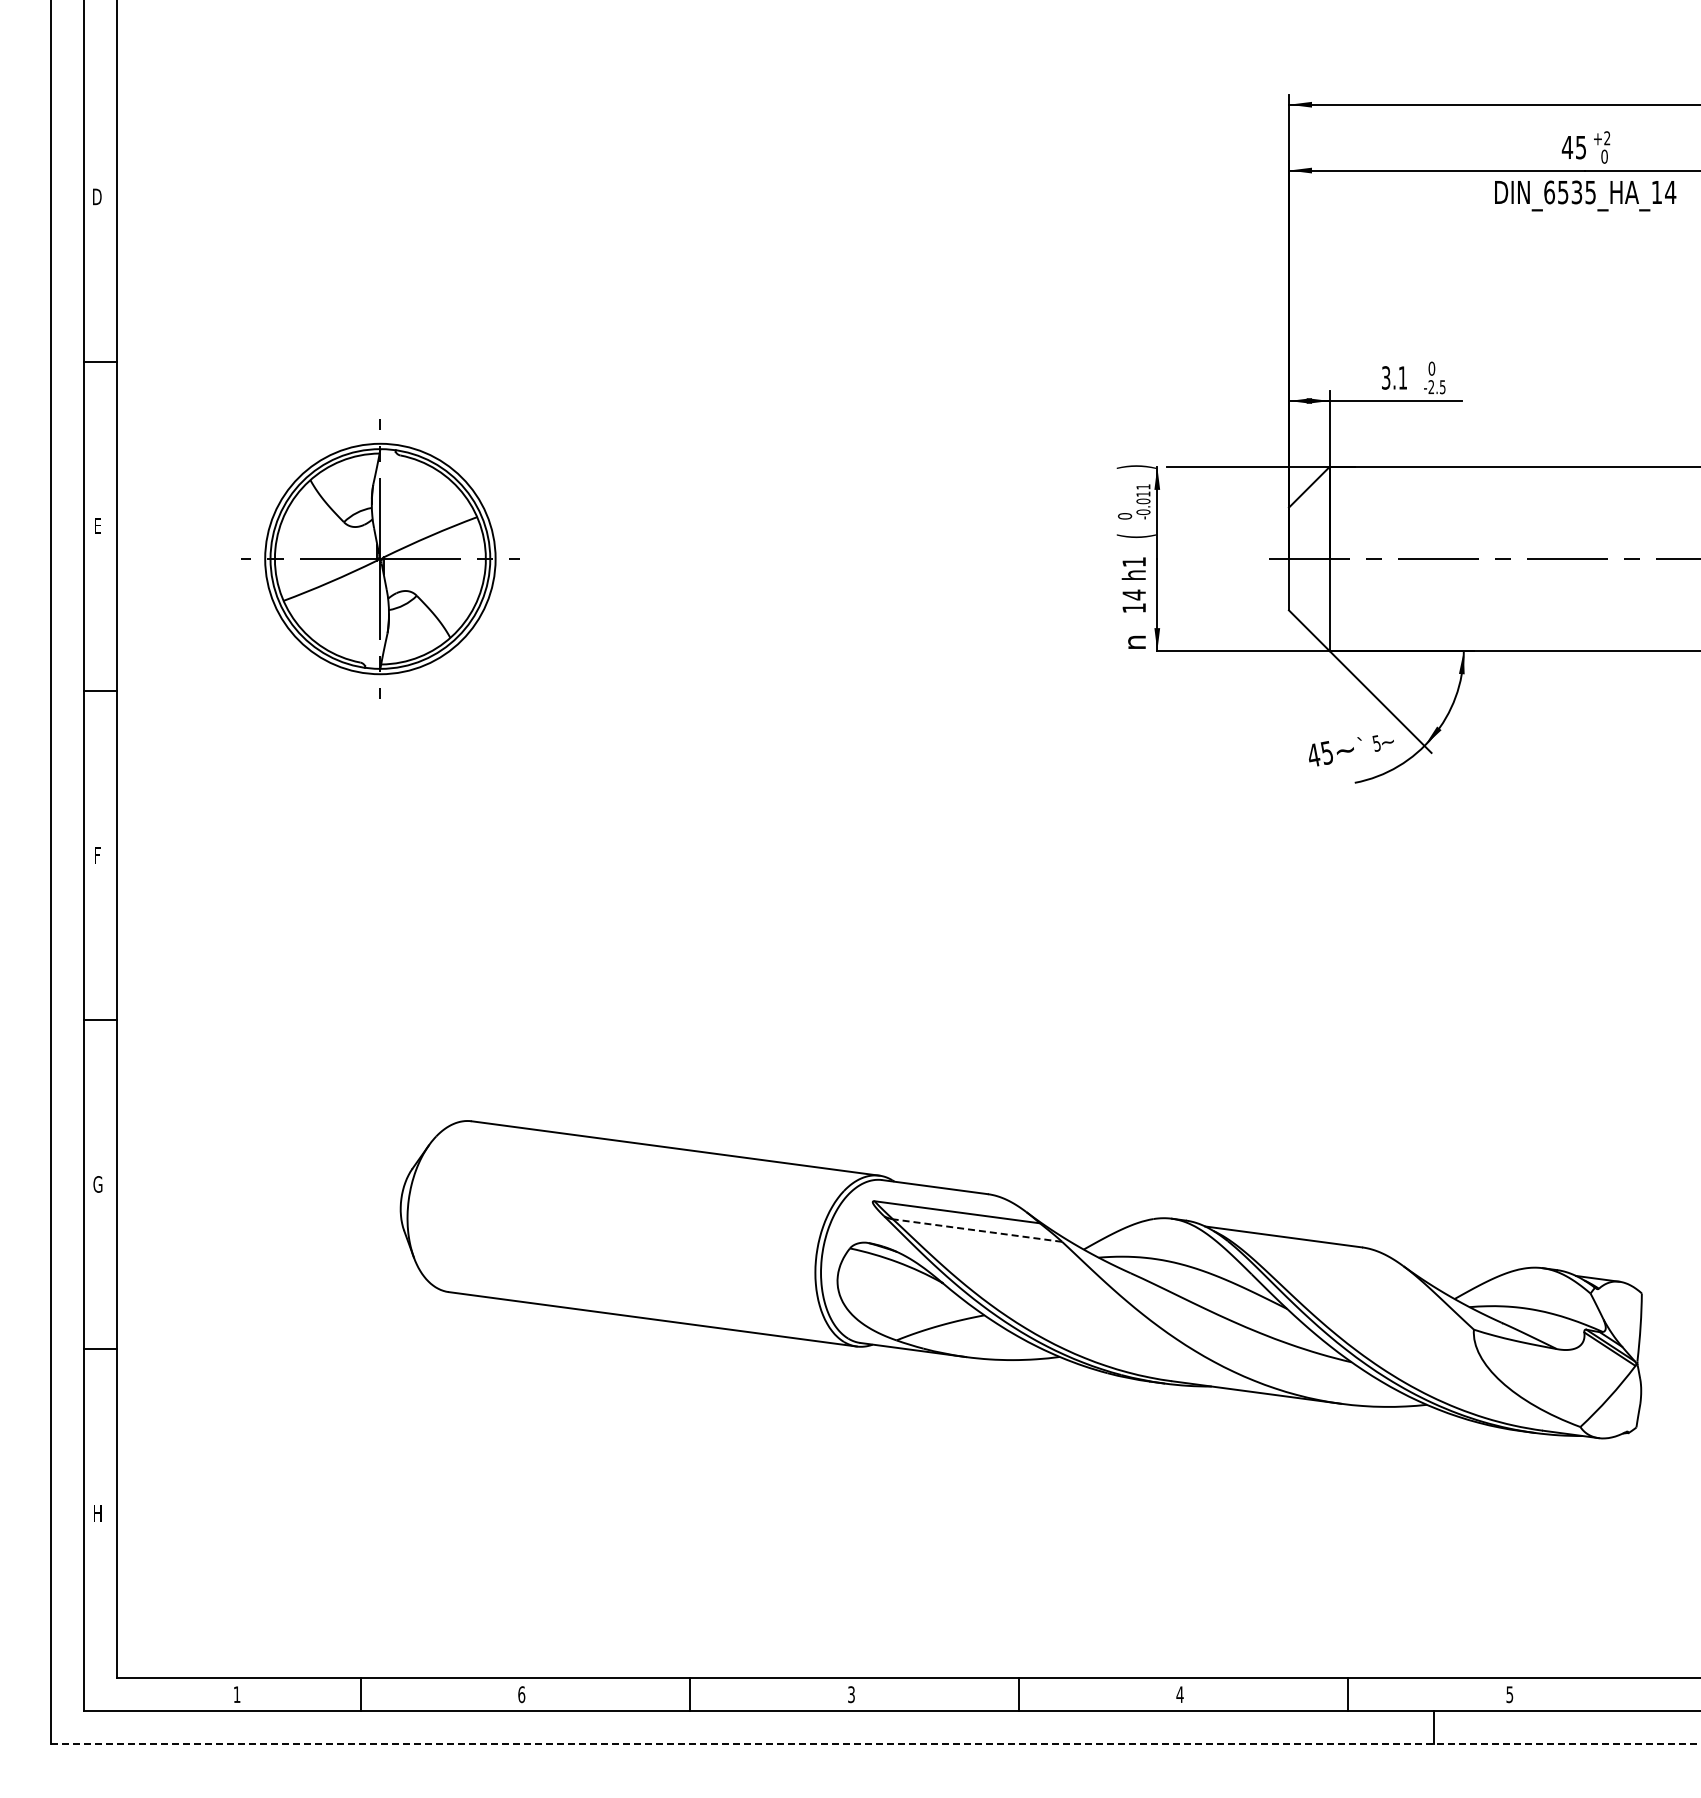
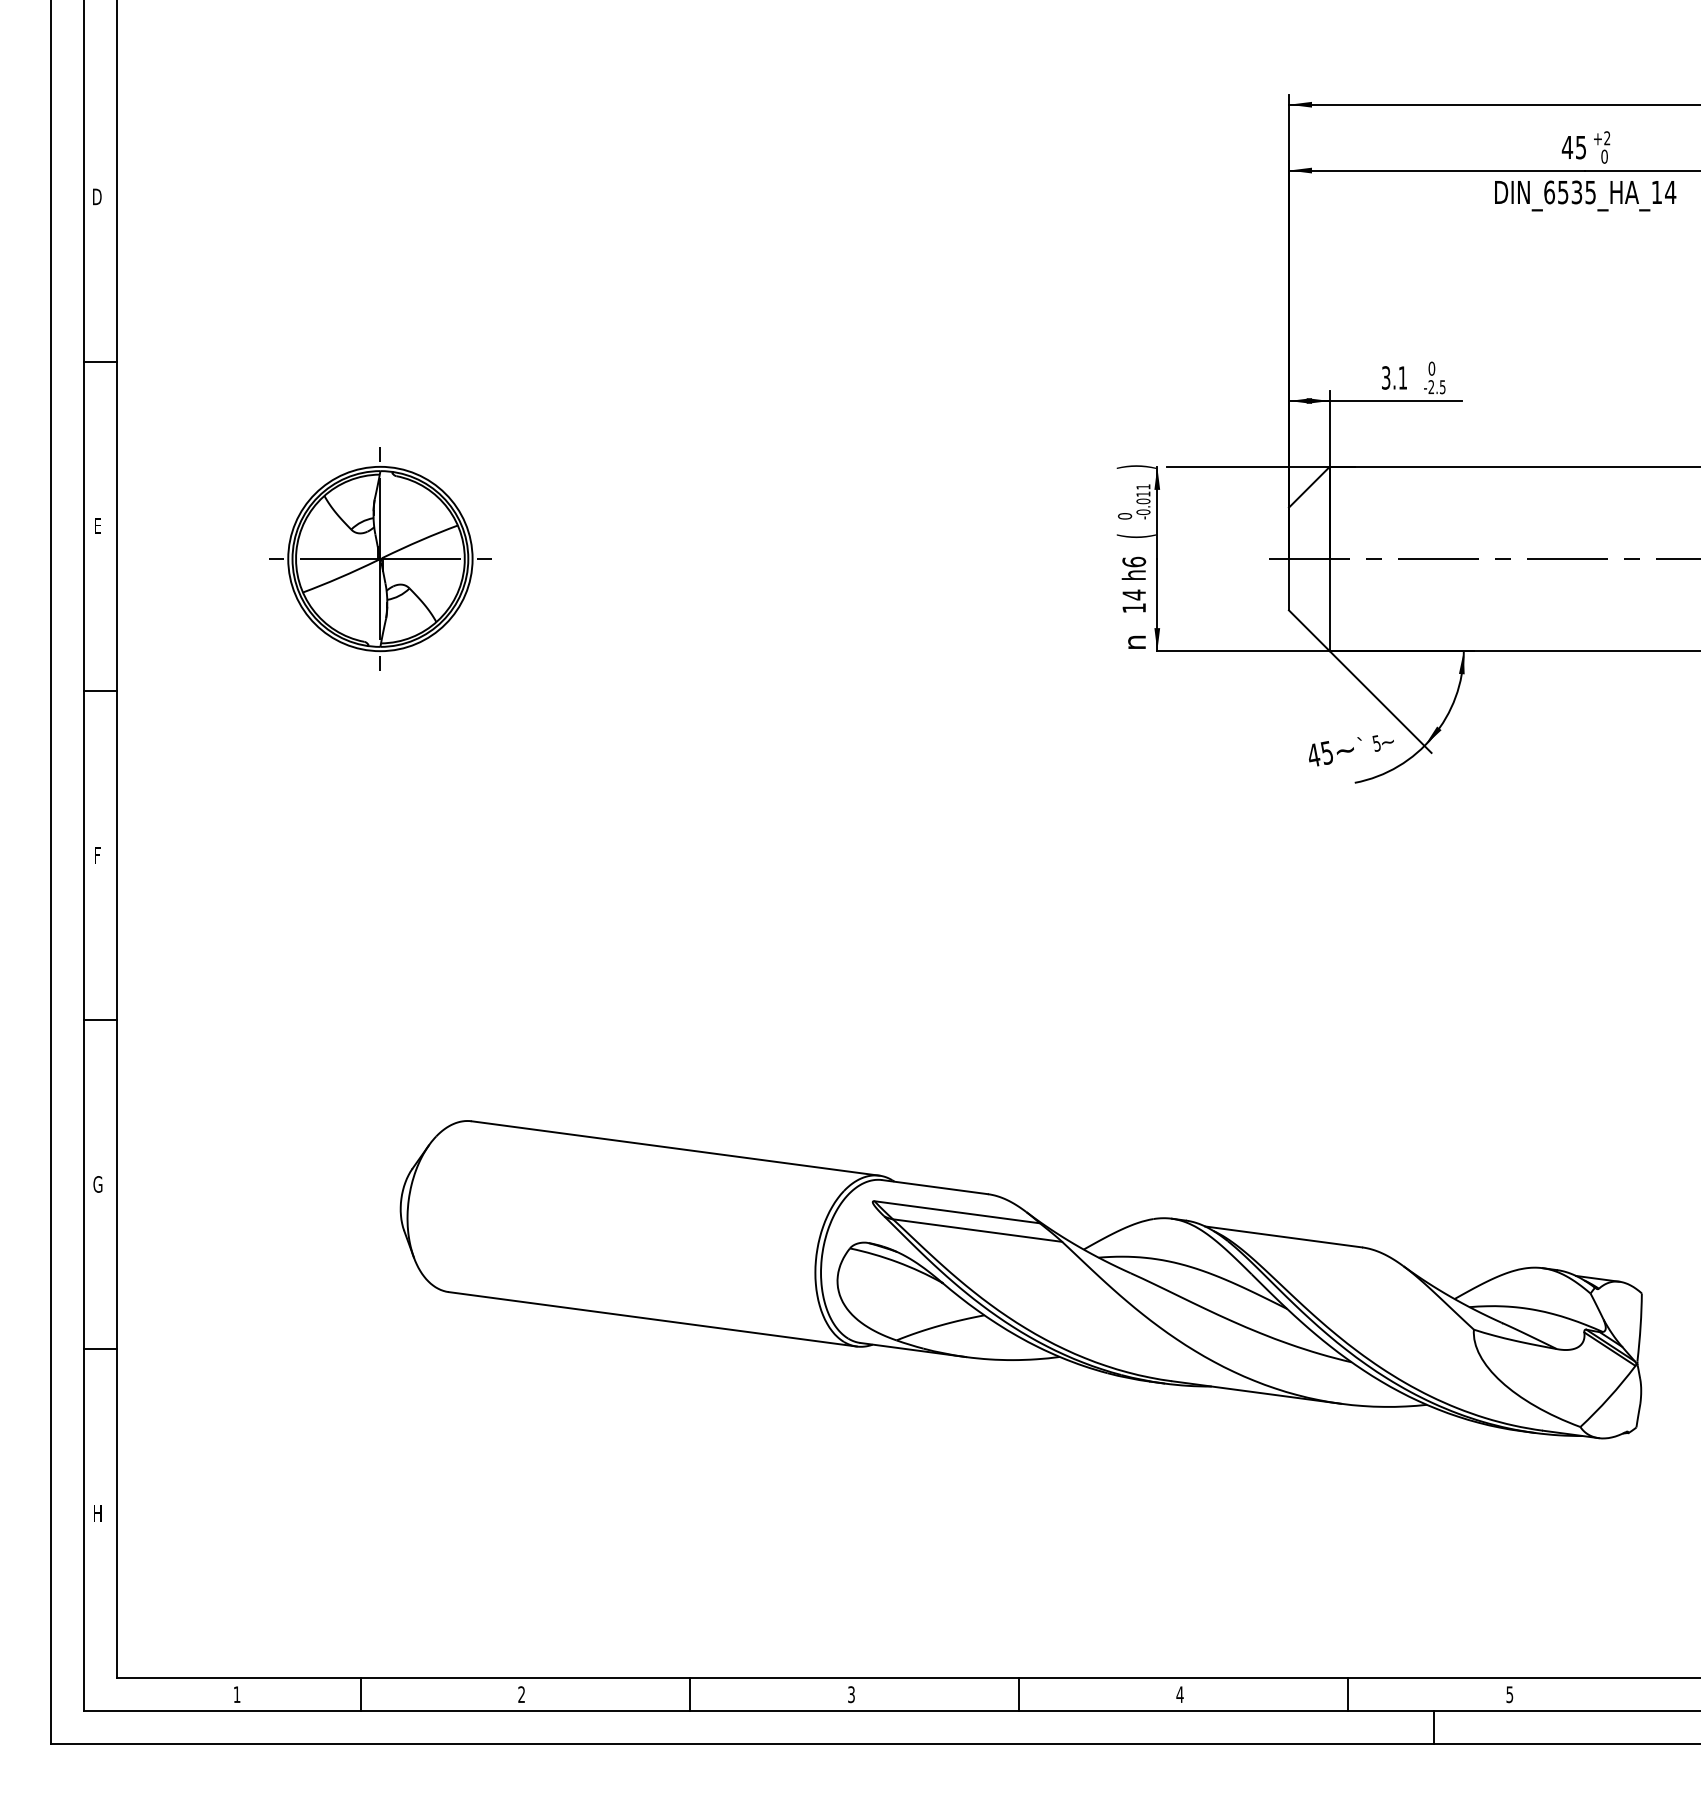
part at (380, 558) size: 279x280 px -> 223x224 px
text at (1134, 561): h1 -> h6
line at (977, 1230): dashed -> solid
text at (521, 1694): 6 -> 2
line at (876, 1744): dashed -> solid
